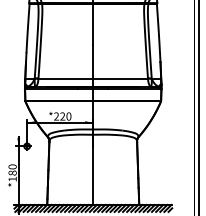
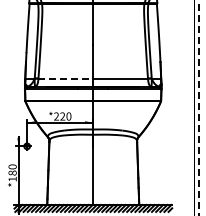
line at (66, 78): solid -> dashed
line at (199, 108): solid -> dashed
